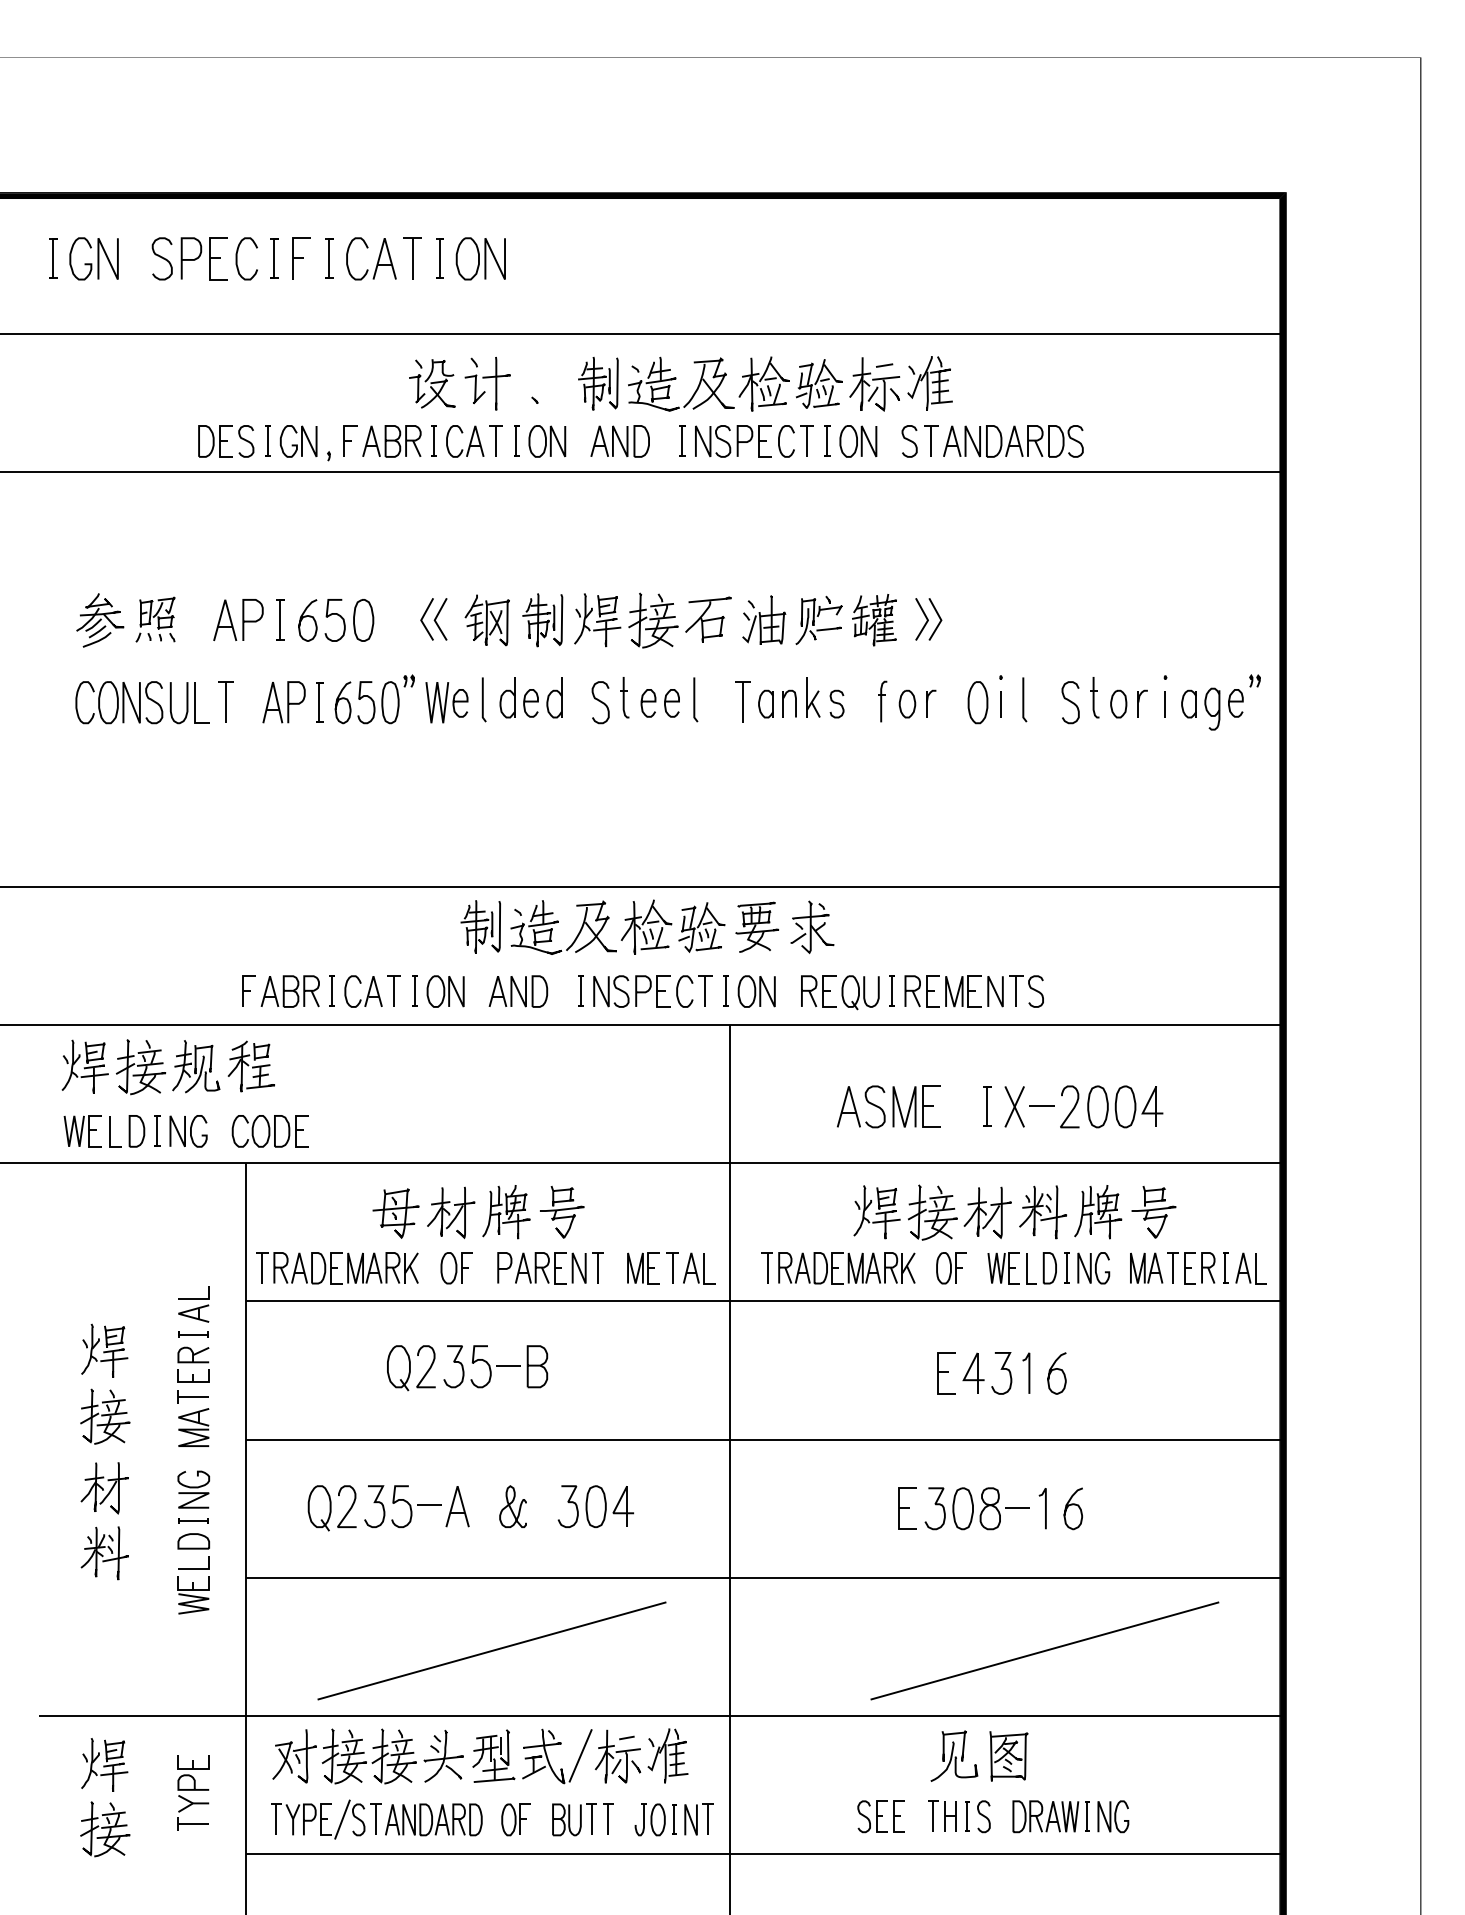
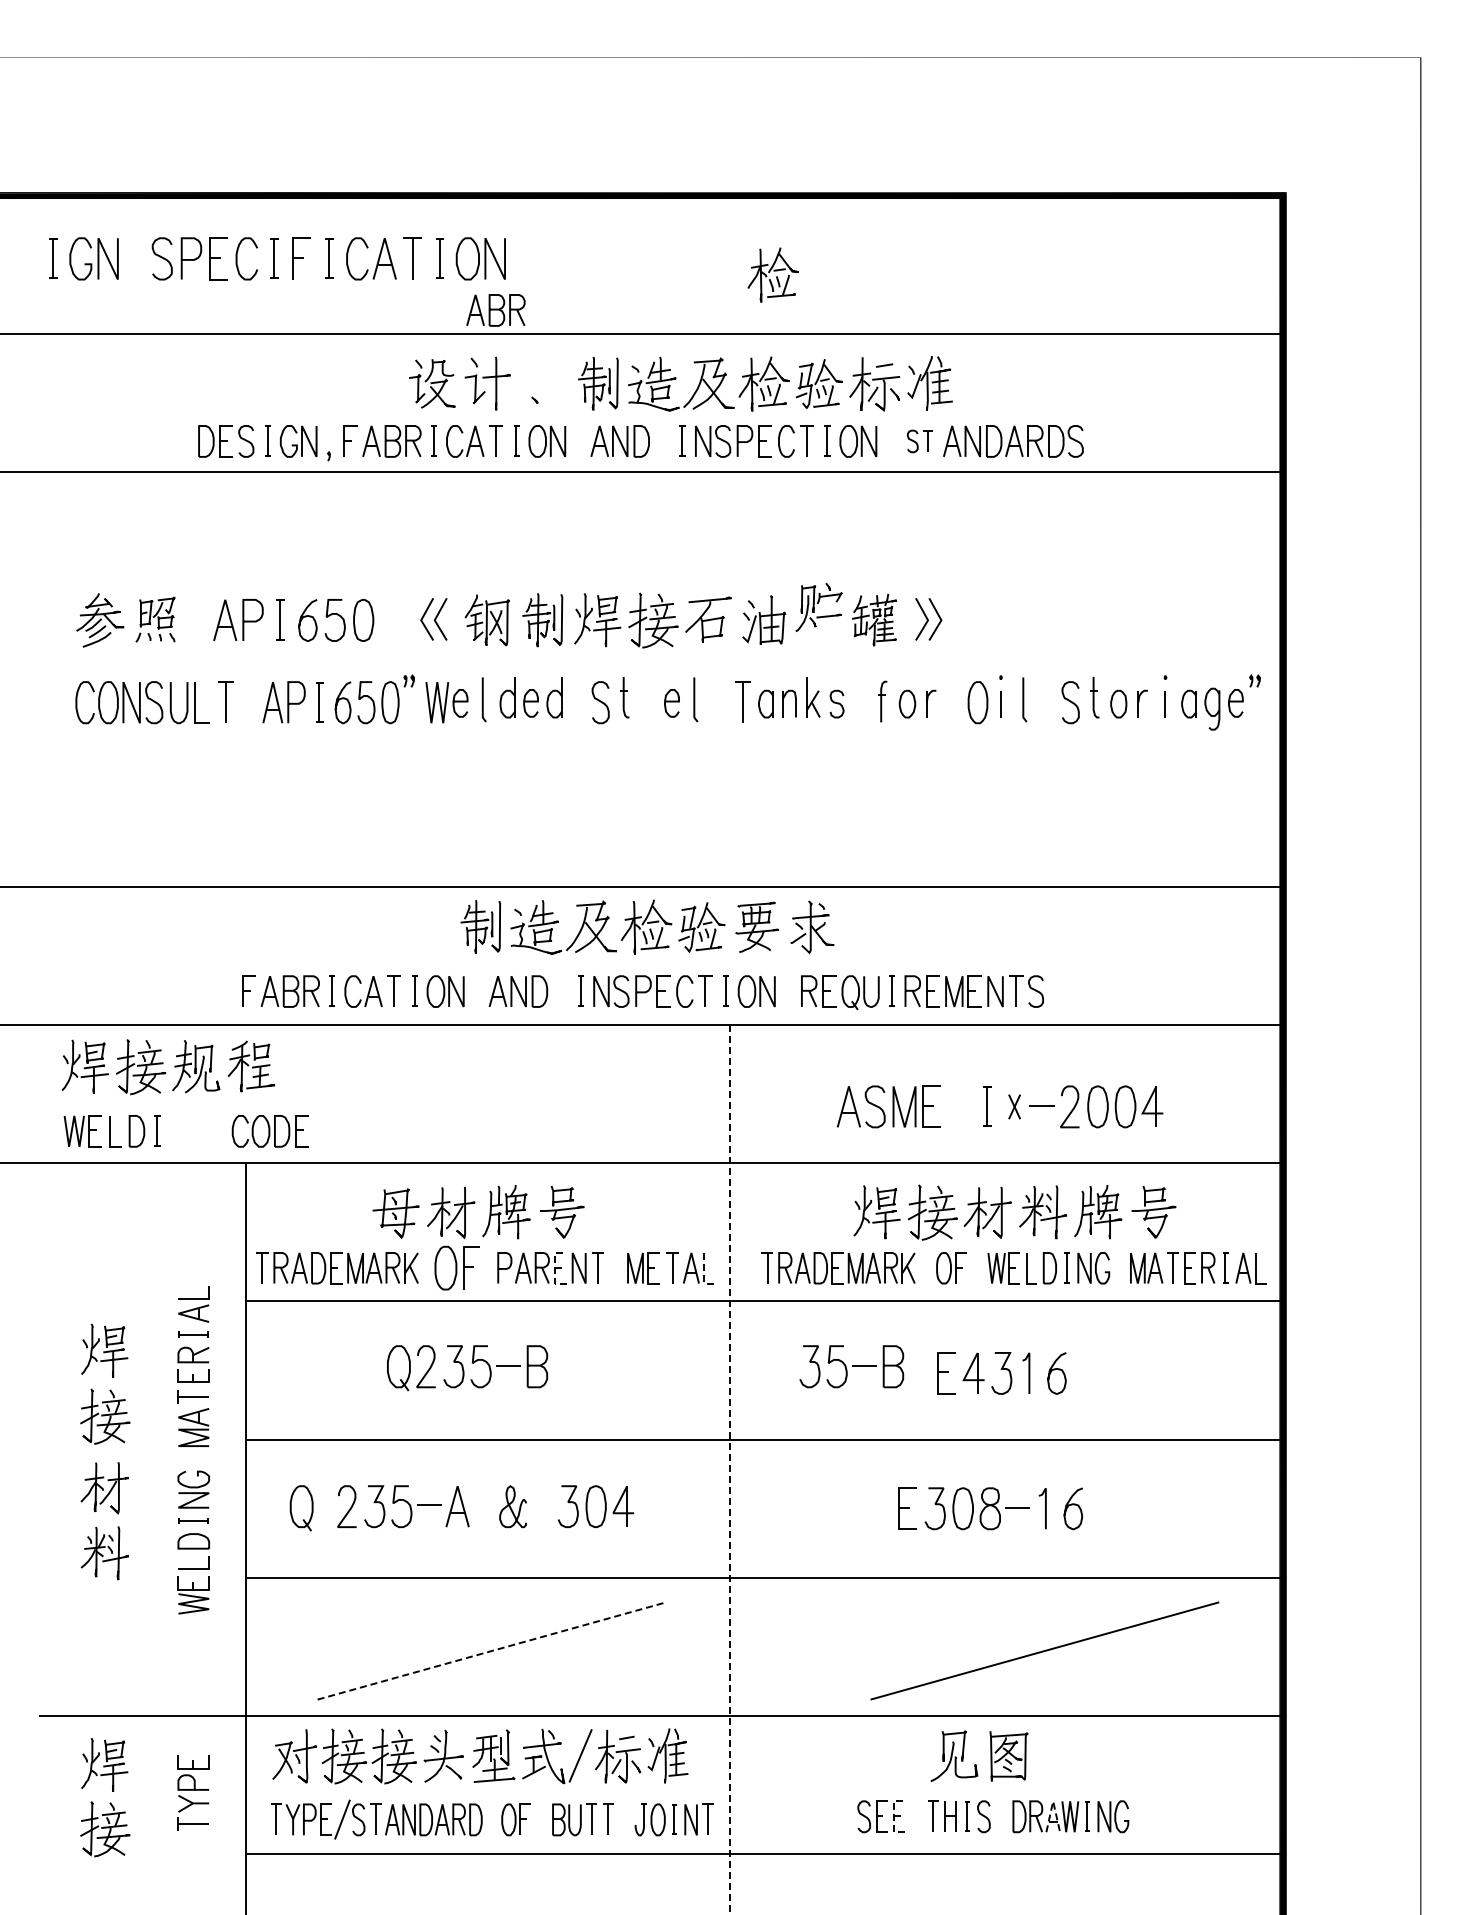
part at (772, 274): none -> present
part at (495, 310): none -> present
part at (919, 441) size: 38x33 px -> 27x25 px
part at (818, 619) position: (818, 619) -> (818, 606)
curve at (648, 702): present -> none
part at (1014, 1106) size: 21x42 px -> 13x26 px
part at (188, 1131): present -> none
line at (554, 1267): solid -> dashed
part at (456, 1268) size: 33x33 px -> 46x46 px
line at (704, 1274): solid -> dashed
part at (851, 1366): none -> present
line at (730, 1469): solid -> dashed
part at (319, 1508) position: (319, 1508) -> (301, 1508)
line at (492, 1650): solid -> dashed
line at (1053, 1801): solid -> dashed
line at (893, 1816): solid -> dashed
